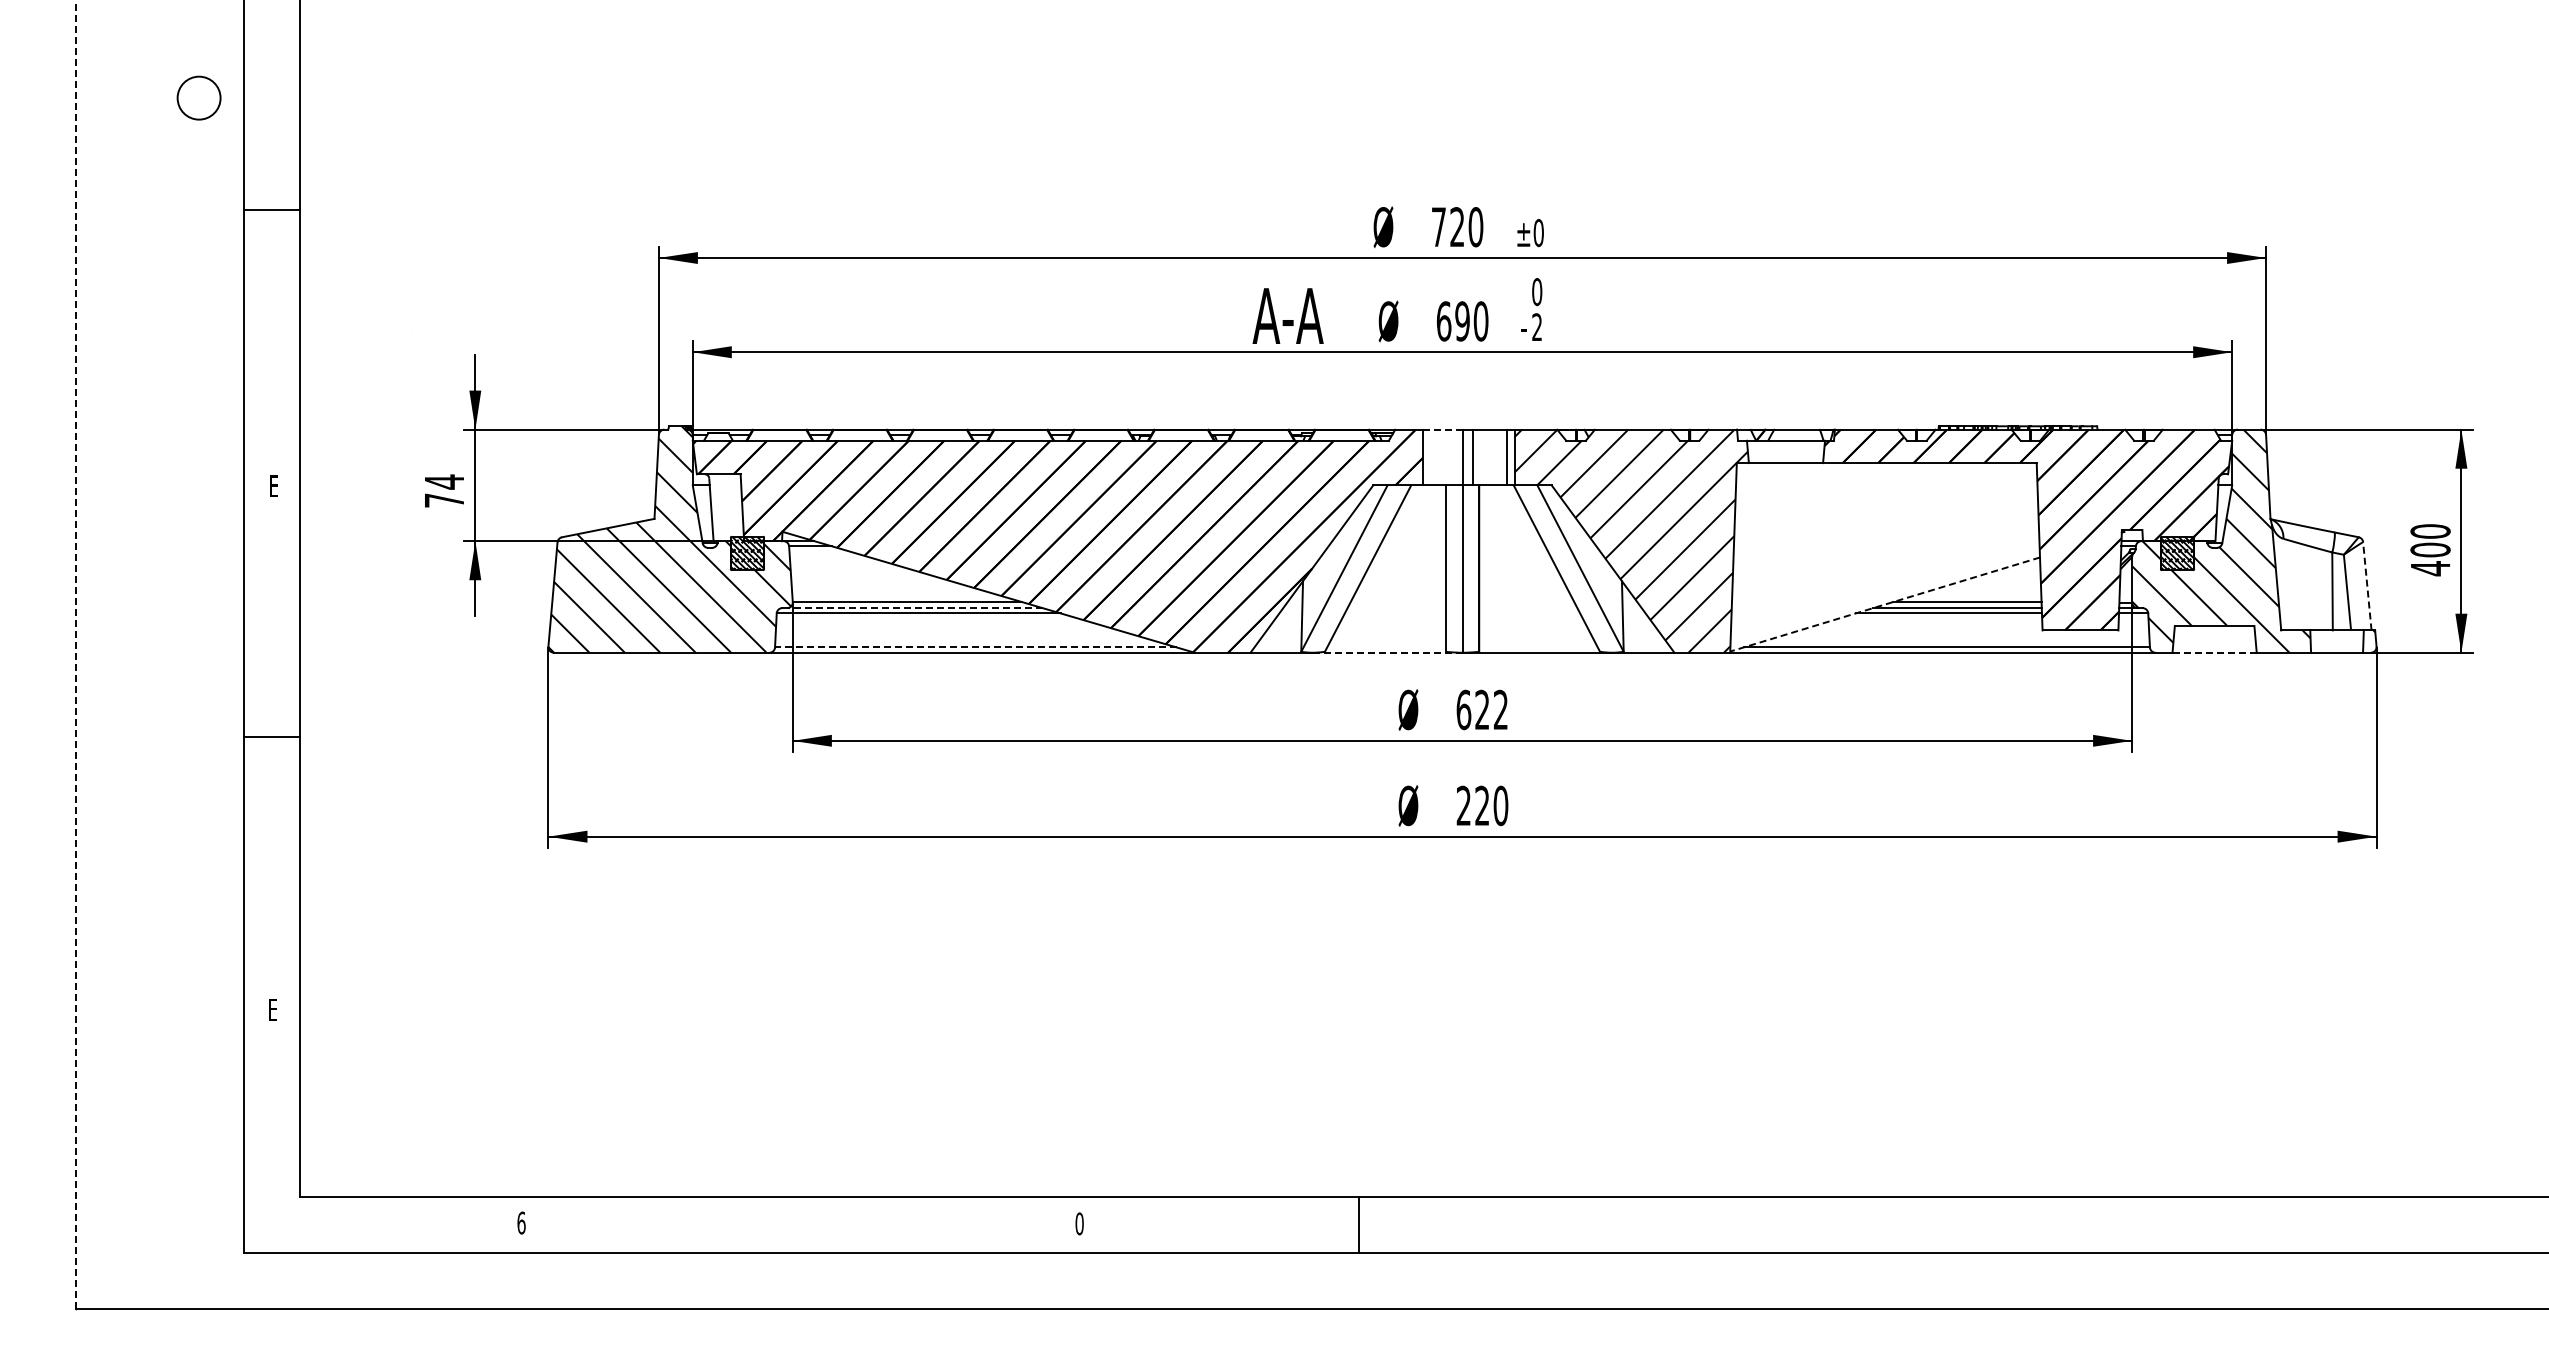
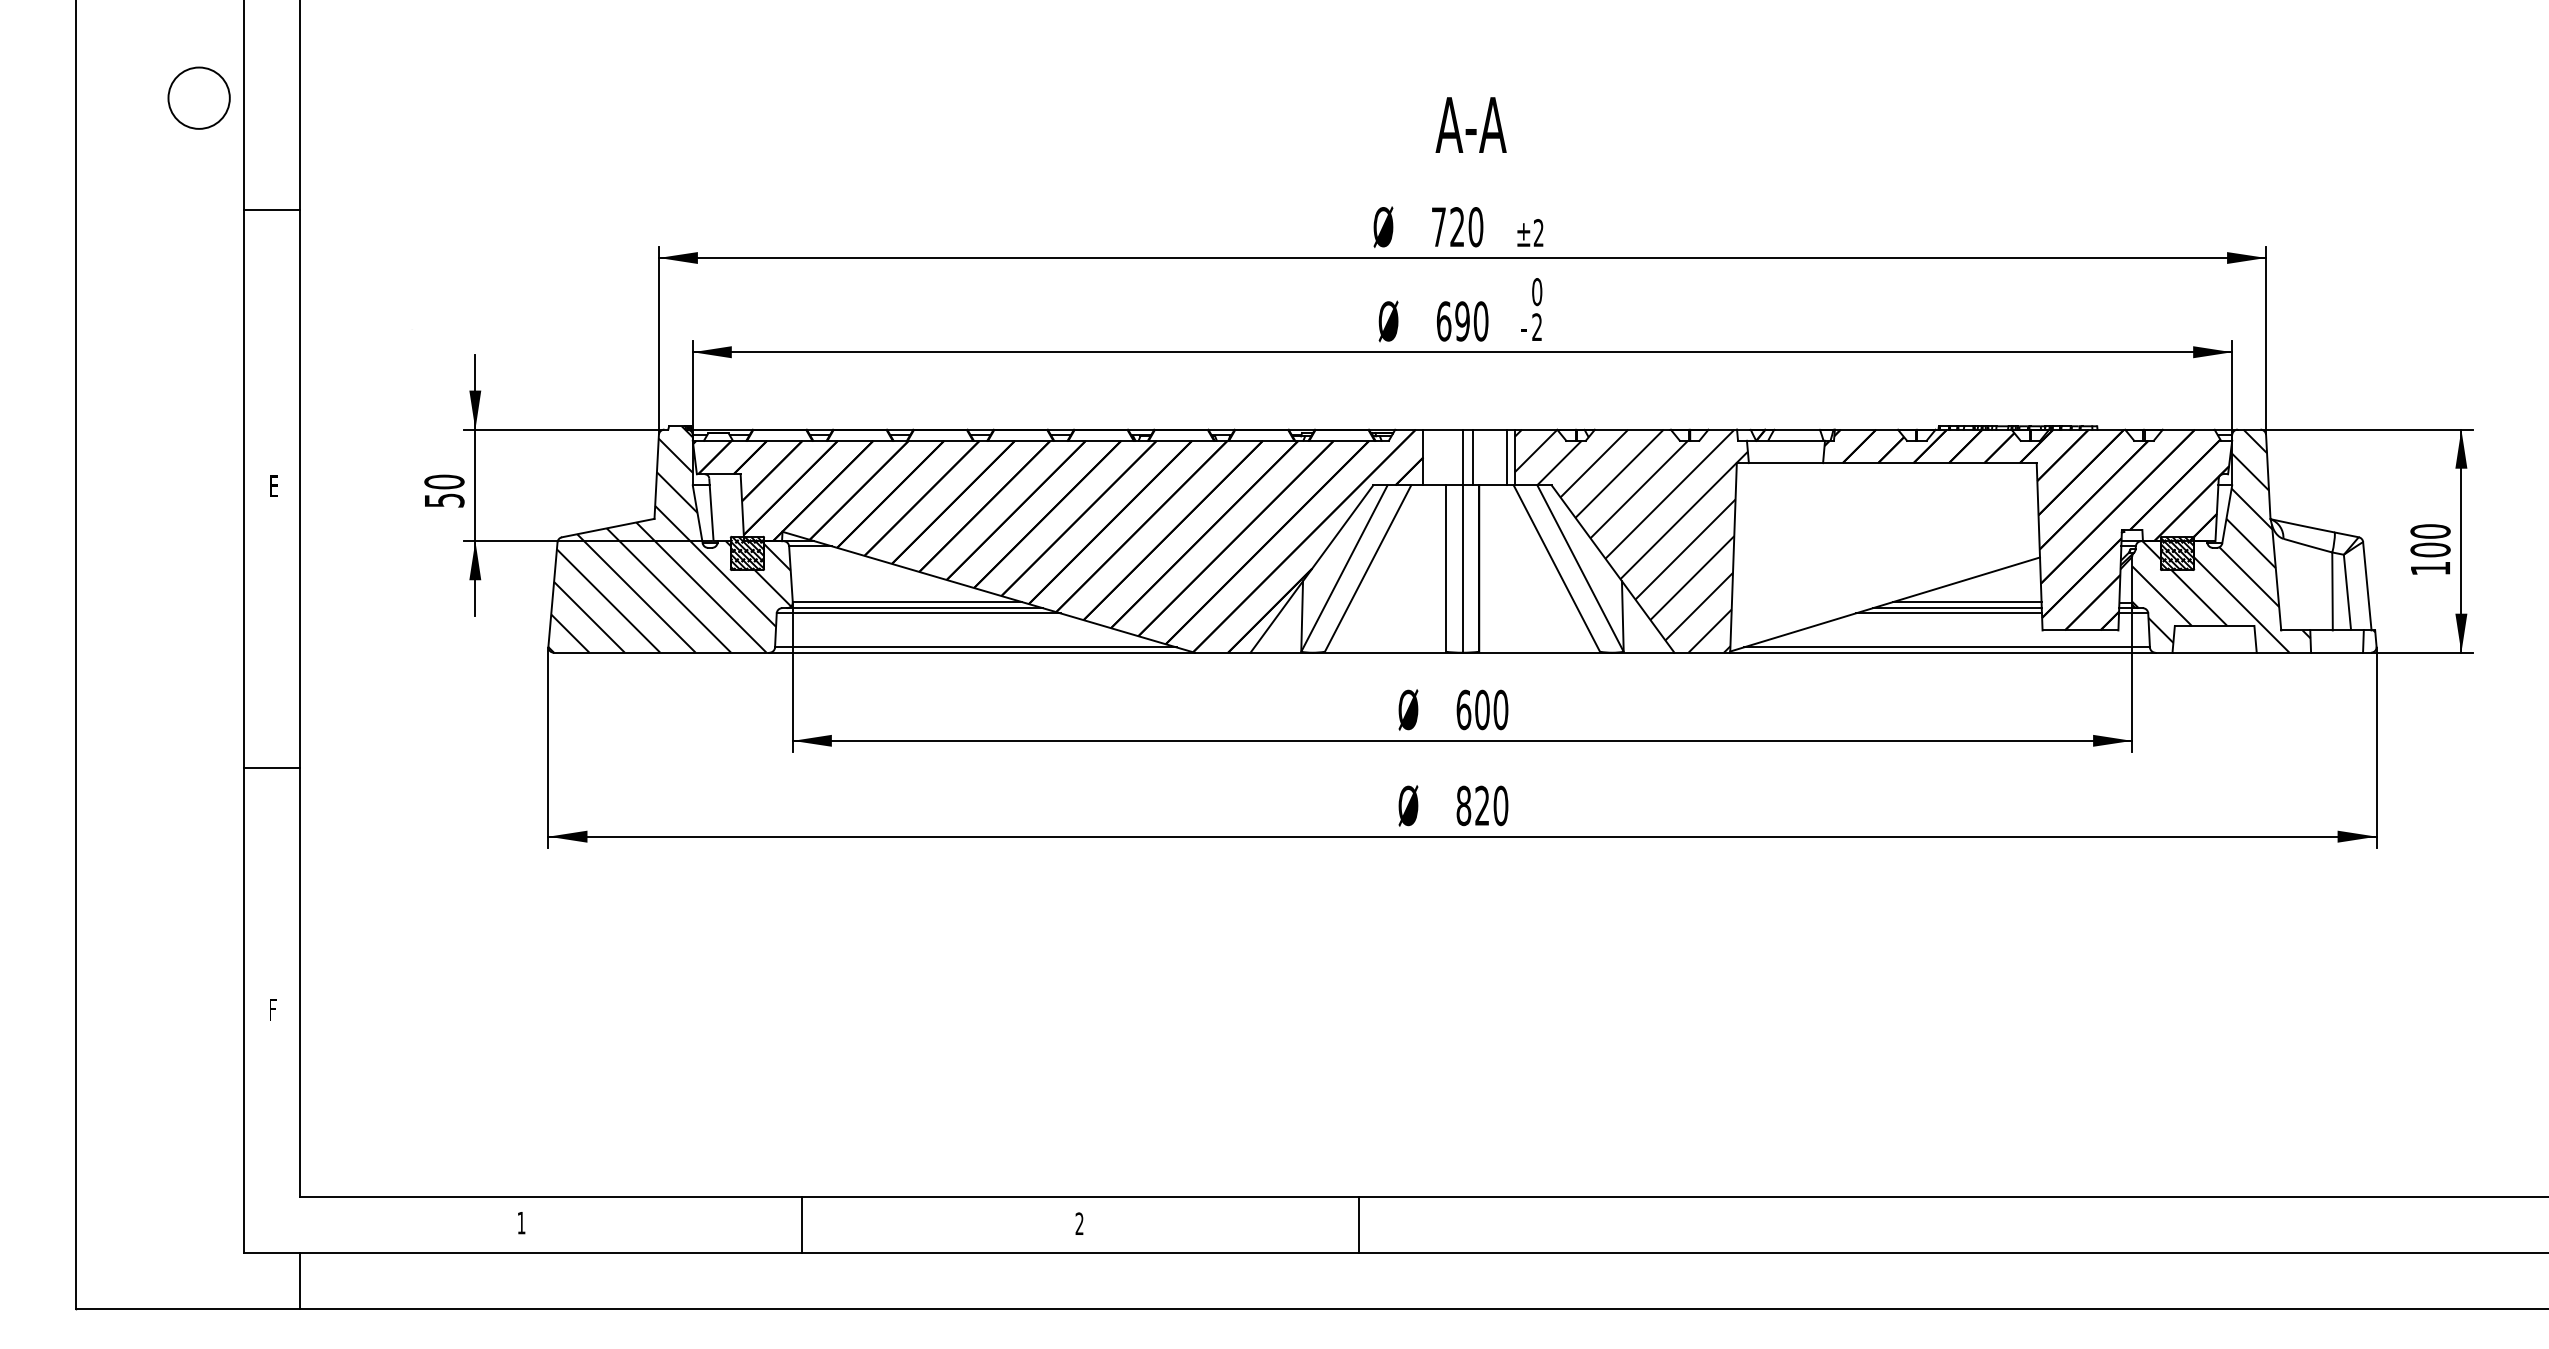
circle at (198, 97) size: 46x46 px -> 64x64 px
text at (1538, 233): ±0 -> ±2
text at (1287, 315) position: (1287, 315) -> (1470, 124)
line at (1442, 429): dashed -> solid
text at (444, 490): 74 -> 50
text at (2430, 568): 400 -> 100
line at (2367, 585): dashed -> solid
line at (1885, 604): dashed -> solid
line at (914, 608): dashed -> solid
line at (975, 647): dashed -> solid
line at (1387, 652): dashed -> solid
line at (2215, 652): dashed -> solid
line at (76, 654): dashed -> solid
text at (1491, 709): 622 -> 600
line at (271, 736) position: (271, 736) -> (271, 767)
text at (1463, 805): 220 -> 820
text at (272, 1009): E -> F
text at (521, 1222): 6 -> 1
text at (1079, 1223): 0 -> 2
line at (801, 1224): none -> present
line at (299, 1280): none -> present
